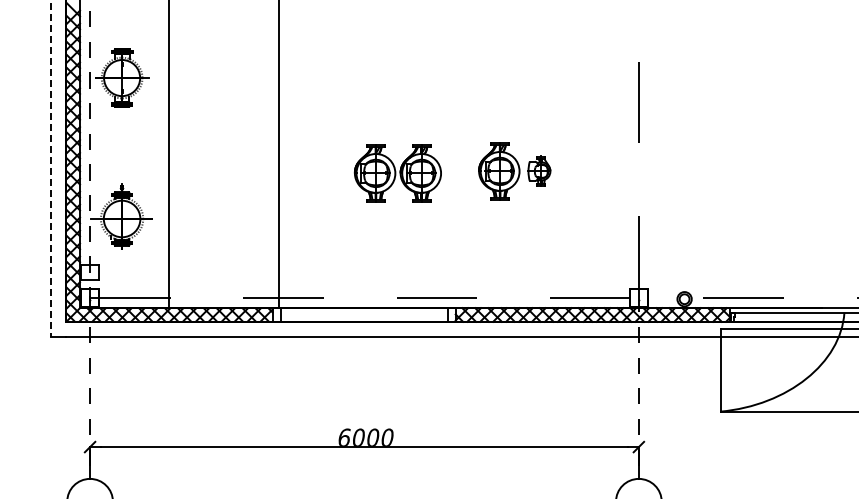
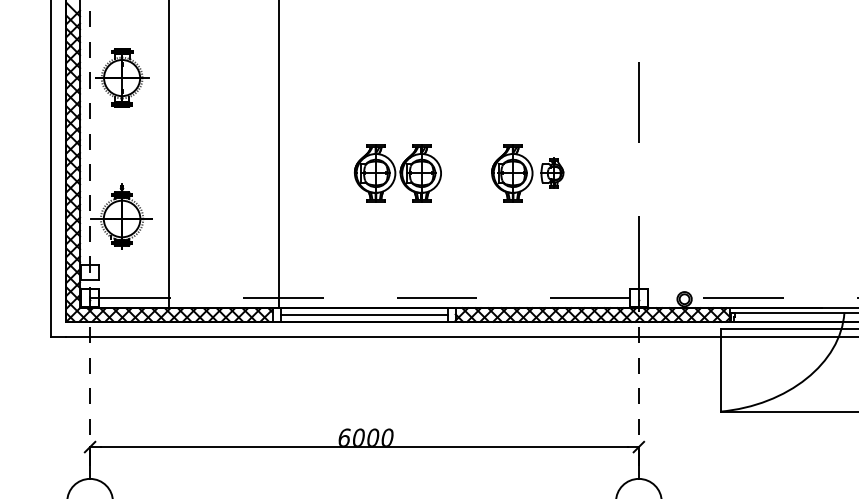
line at (51, 168): dashed -> solid
part at (514, 171) position: (514, 171) -> (527, 173)
line at (364, 314): none -> present
